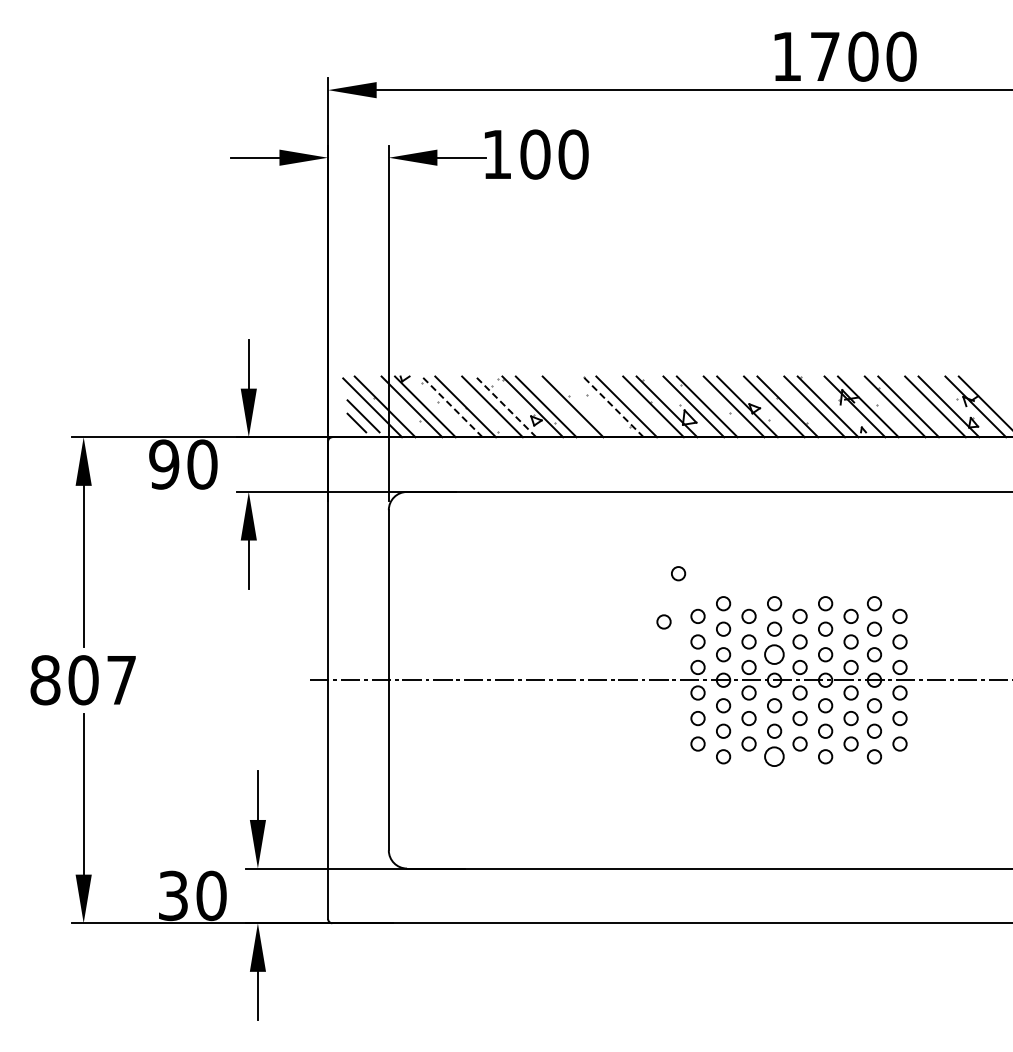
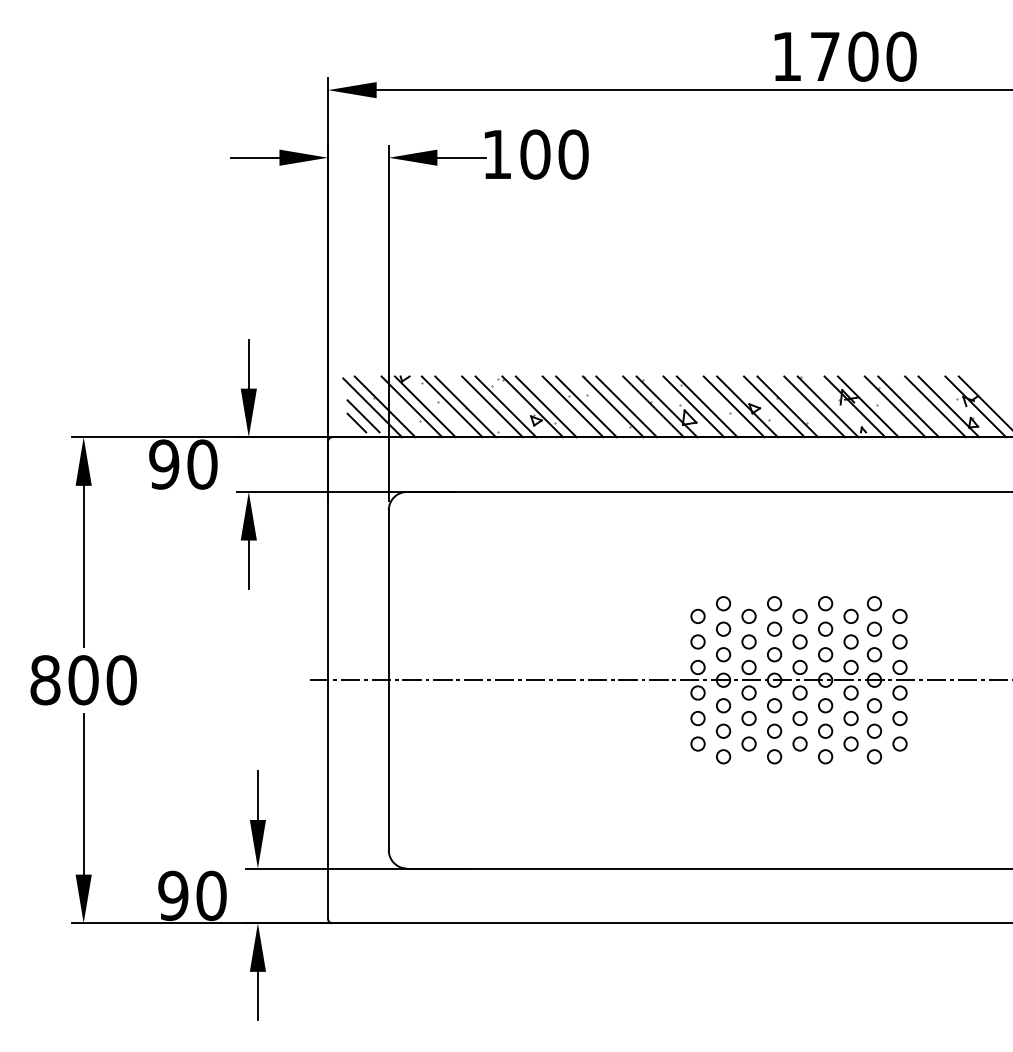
line at (452, 406): dashed -> solid
line at (505, 406): dashed -> solid
line at (586, 406): none -> present
line at (613, 406): dashed -> solid
circle at (678, 573): present -> none
circle at (663, 621): present -> none
circle at (774, 654) size: 21x21 px -> 16x16 px
text at (121, 680): 807 -> 800
circle at (774, 756) size: 21x21 px -> 16x16 px
text at (173, 895): 30 -> 90
